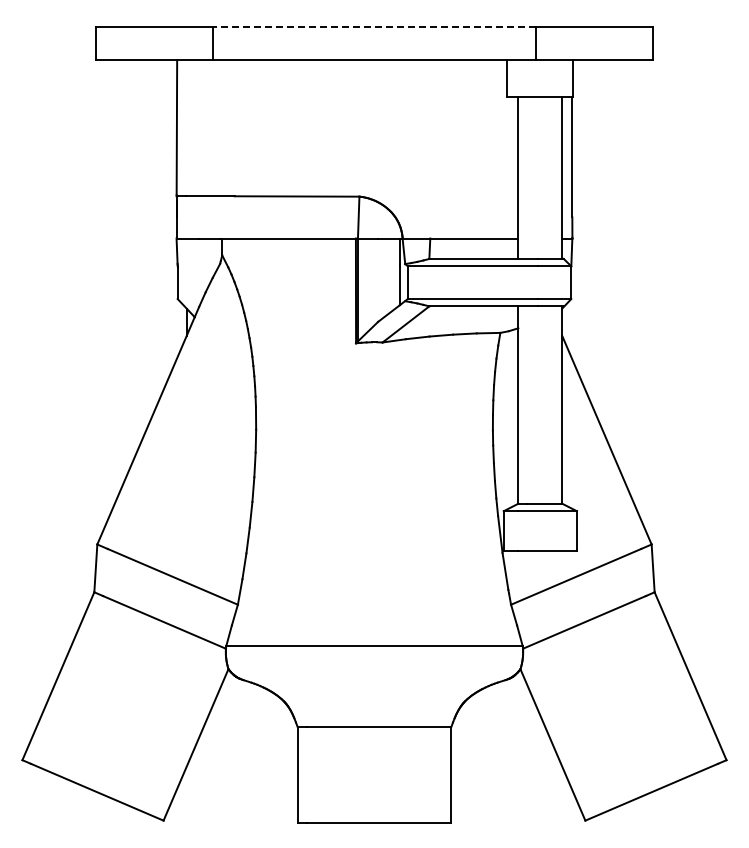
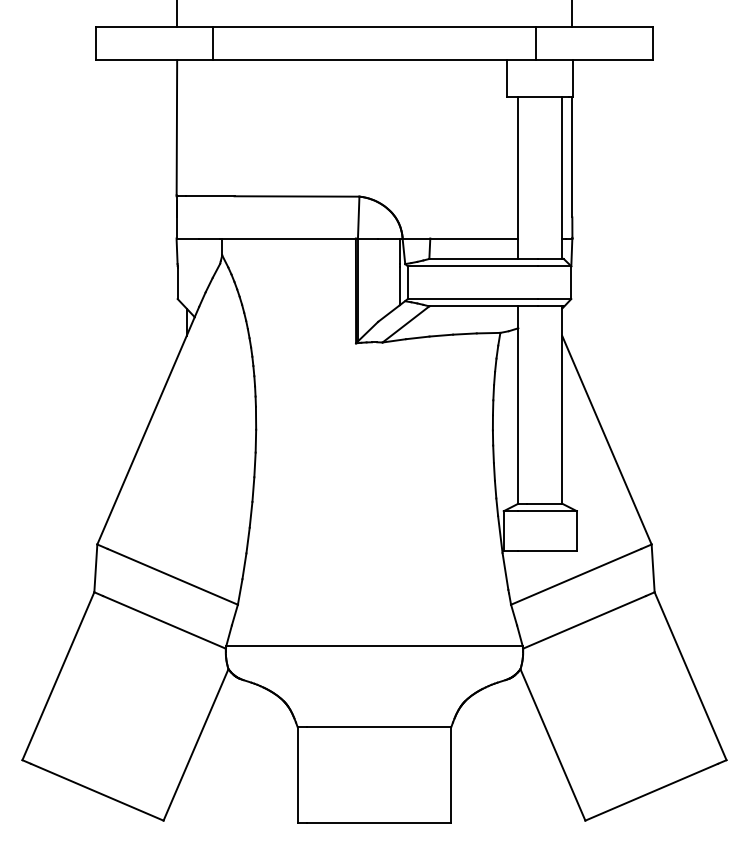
line at (176, 14): none -> present
line at (572, 14): none -> present
line at (374, 27): dashed -> solid
